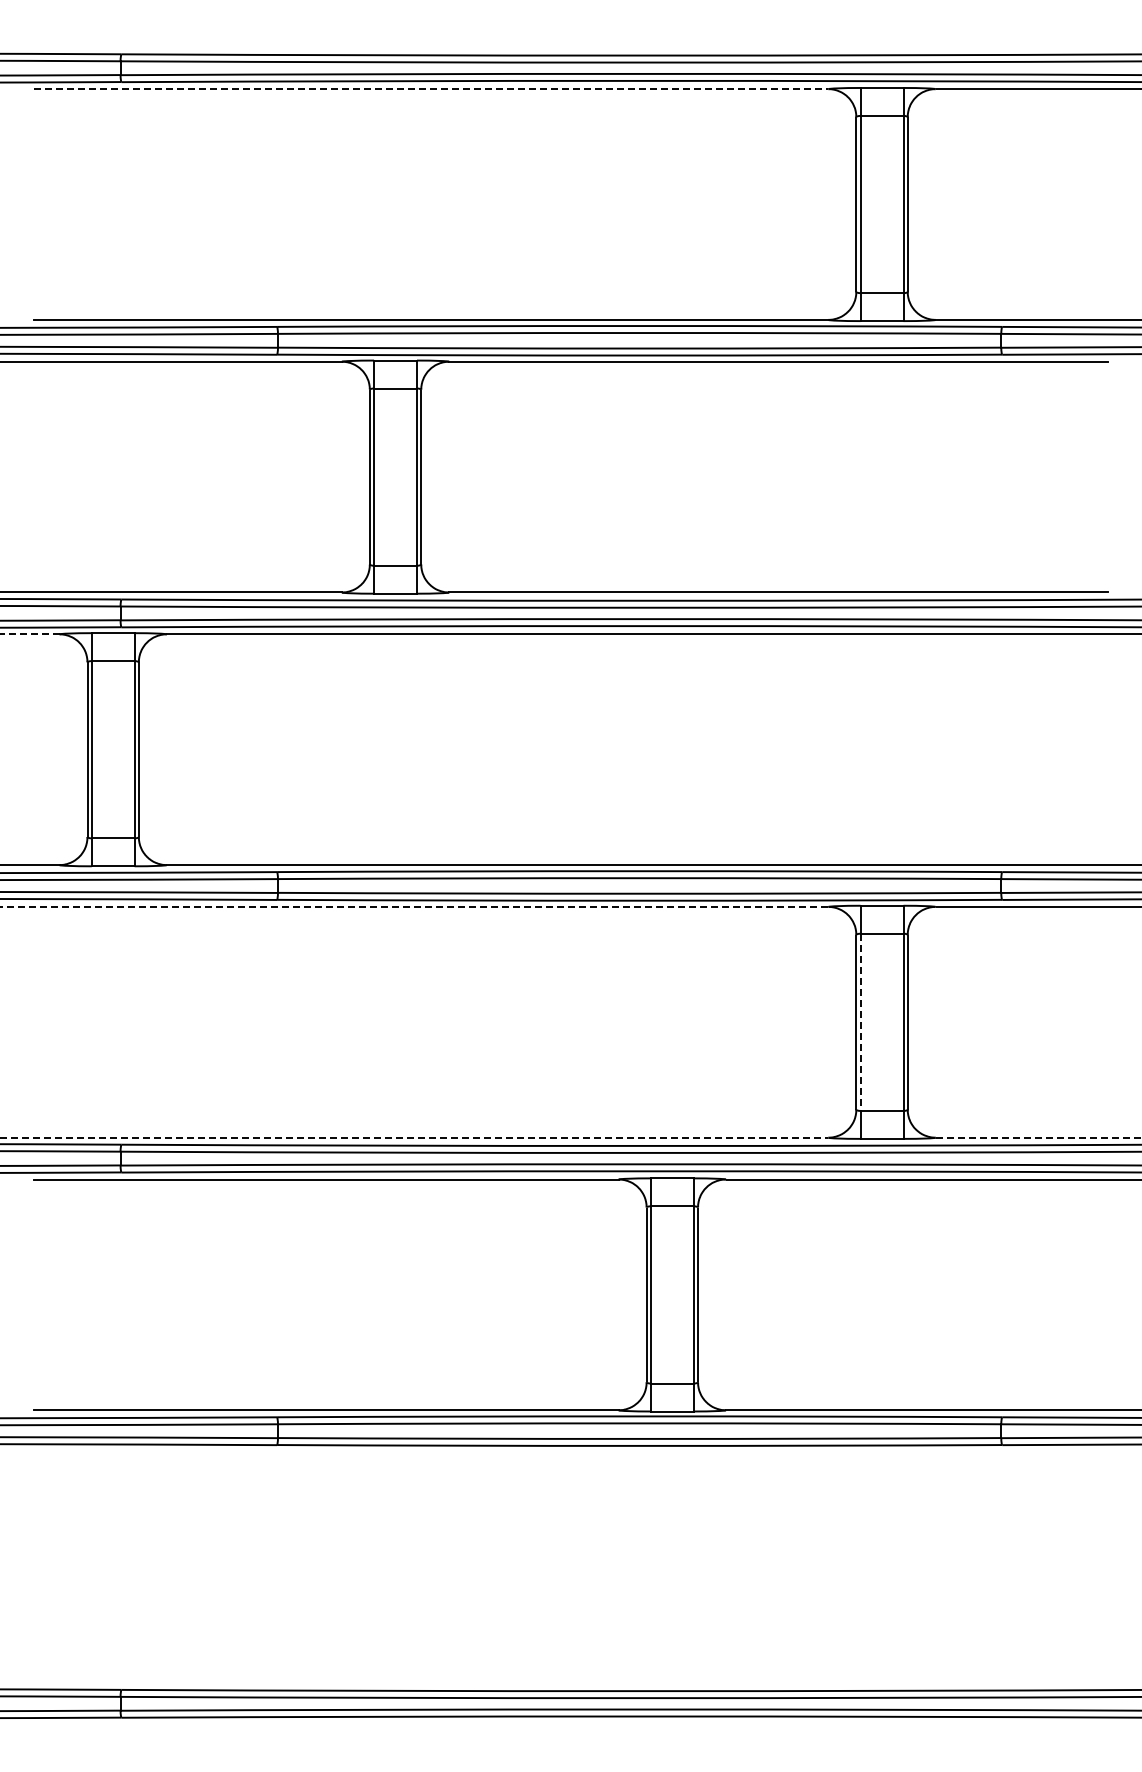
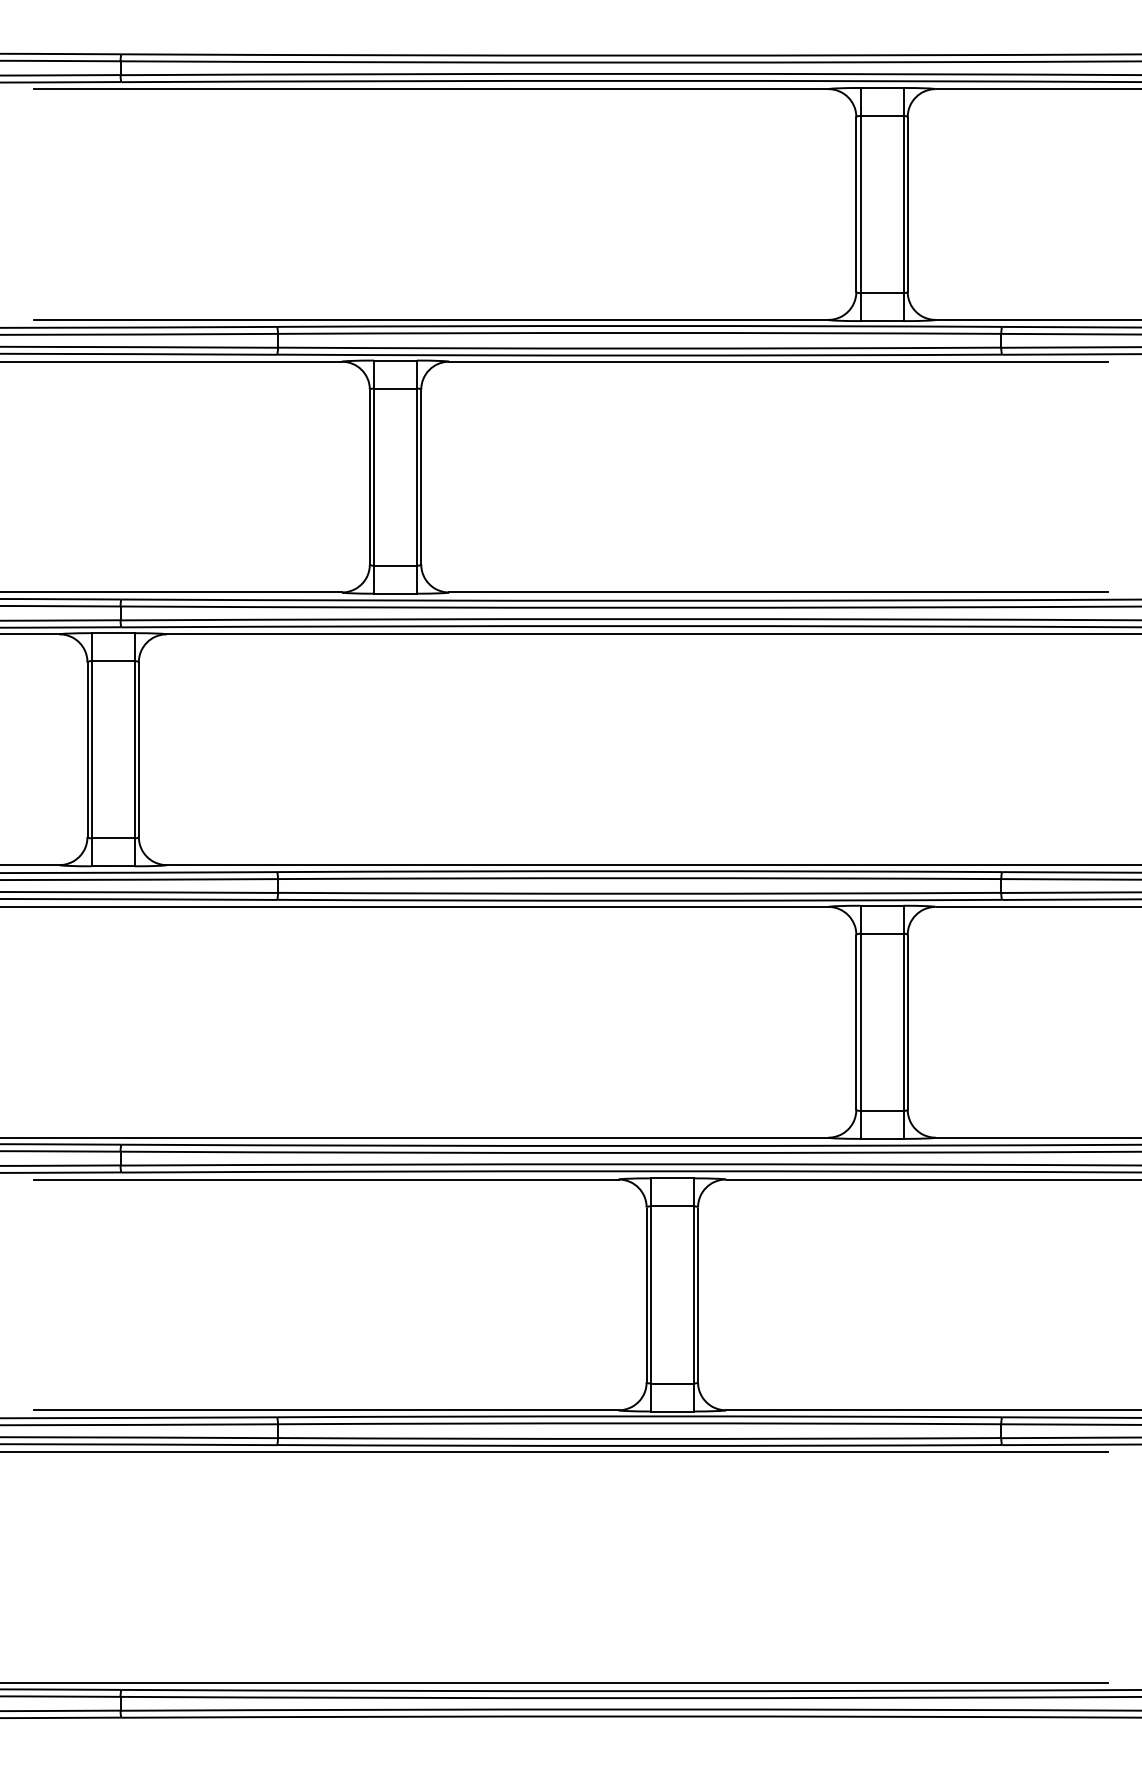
line at (431, 89): dashed -> solid
line at (29, 634): dashed -> solid
line at (413, 907): dashed -> solid
line at (860, 1022): dashed -> solid
line at (414, 1137): dashed -> solid
line at (1038, 1137): dashed -> solid
line at (555, 1452): none -> present
line at (555, 1682): none -> present
